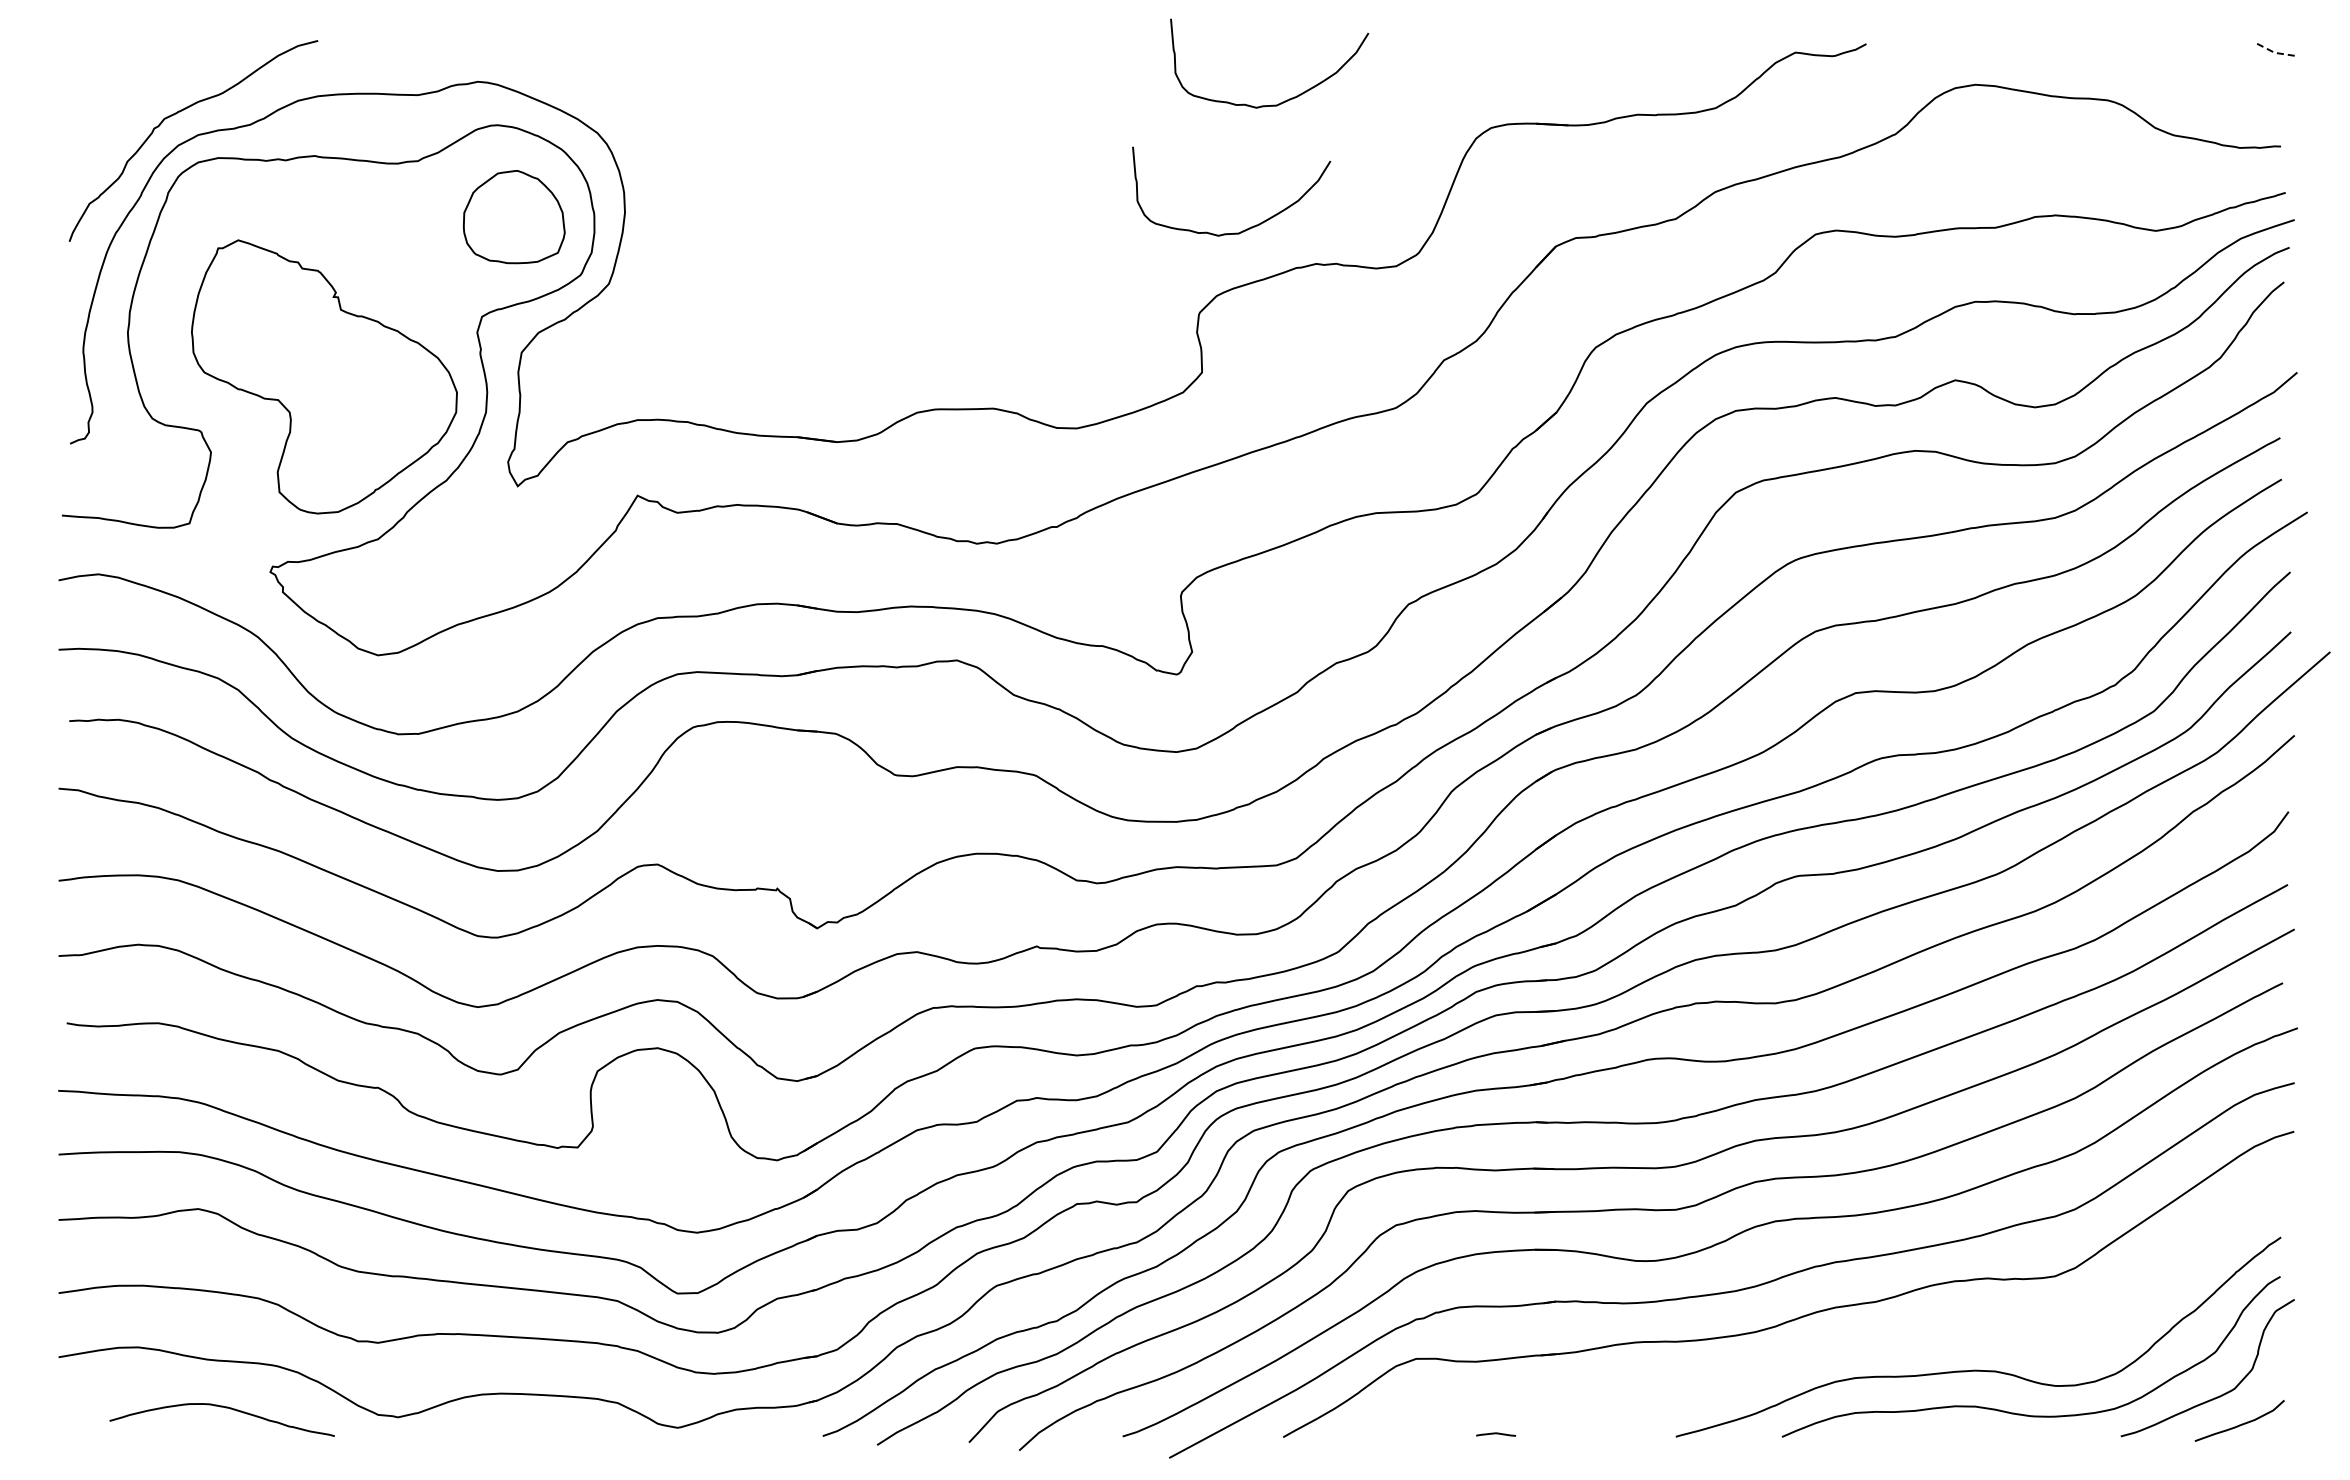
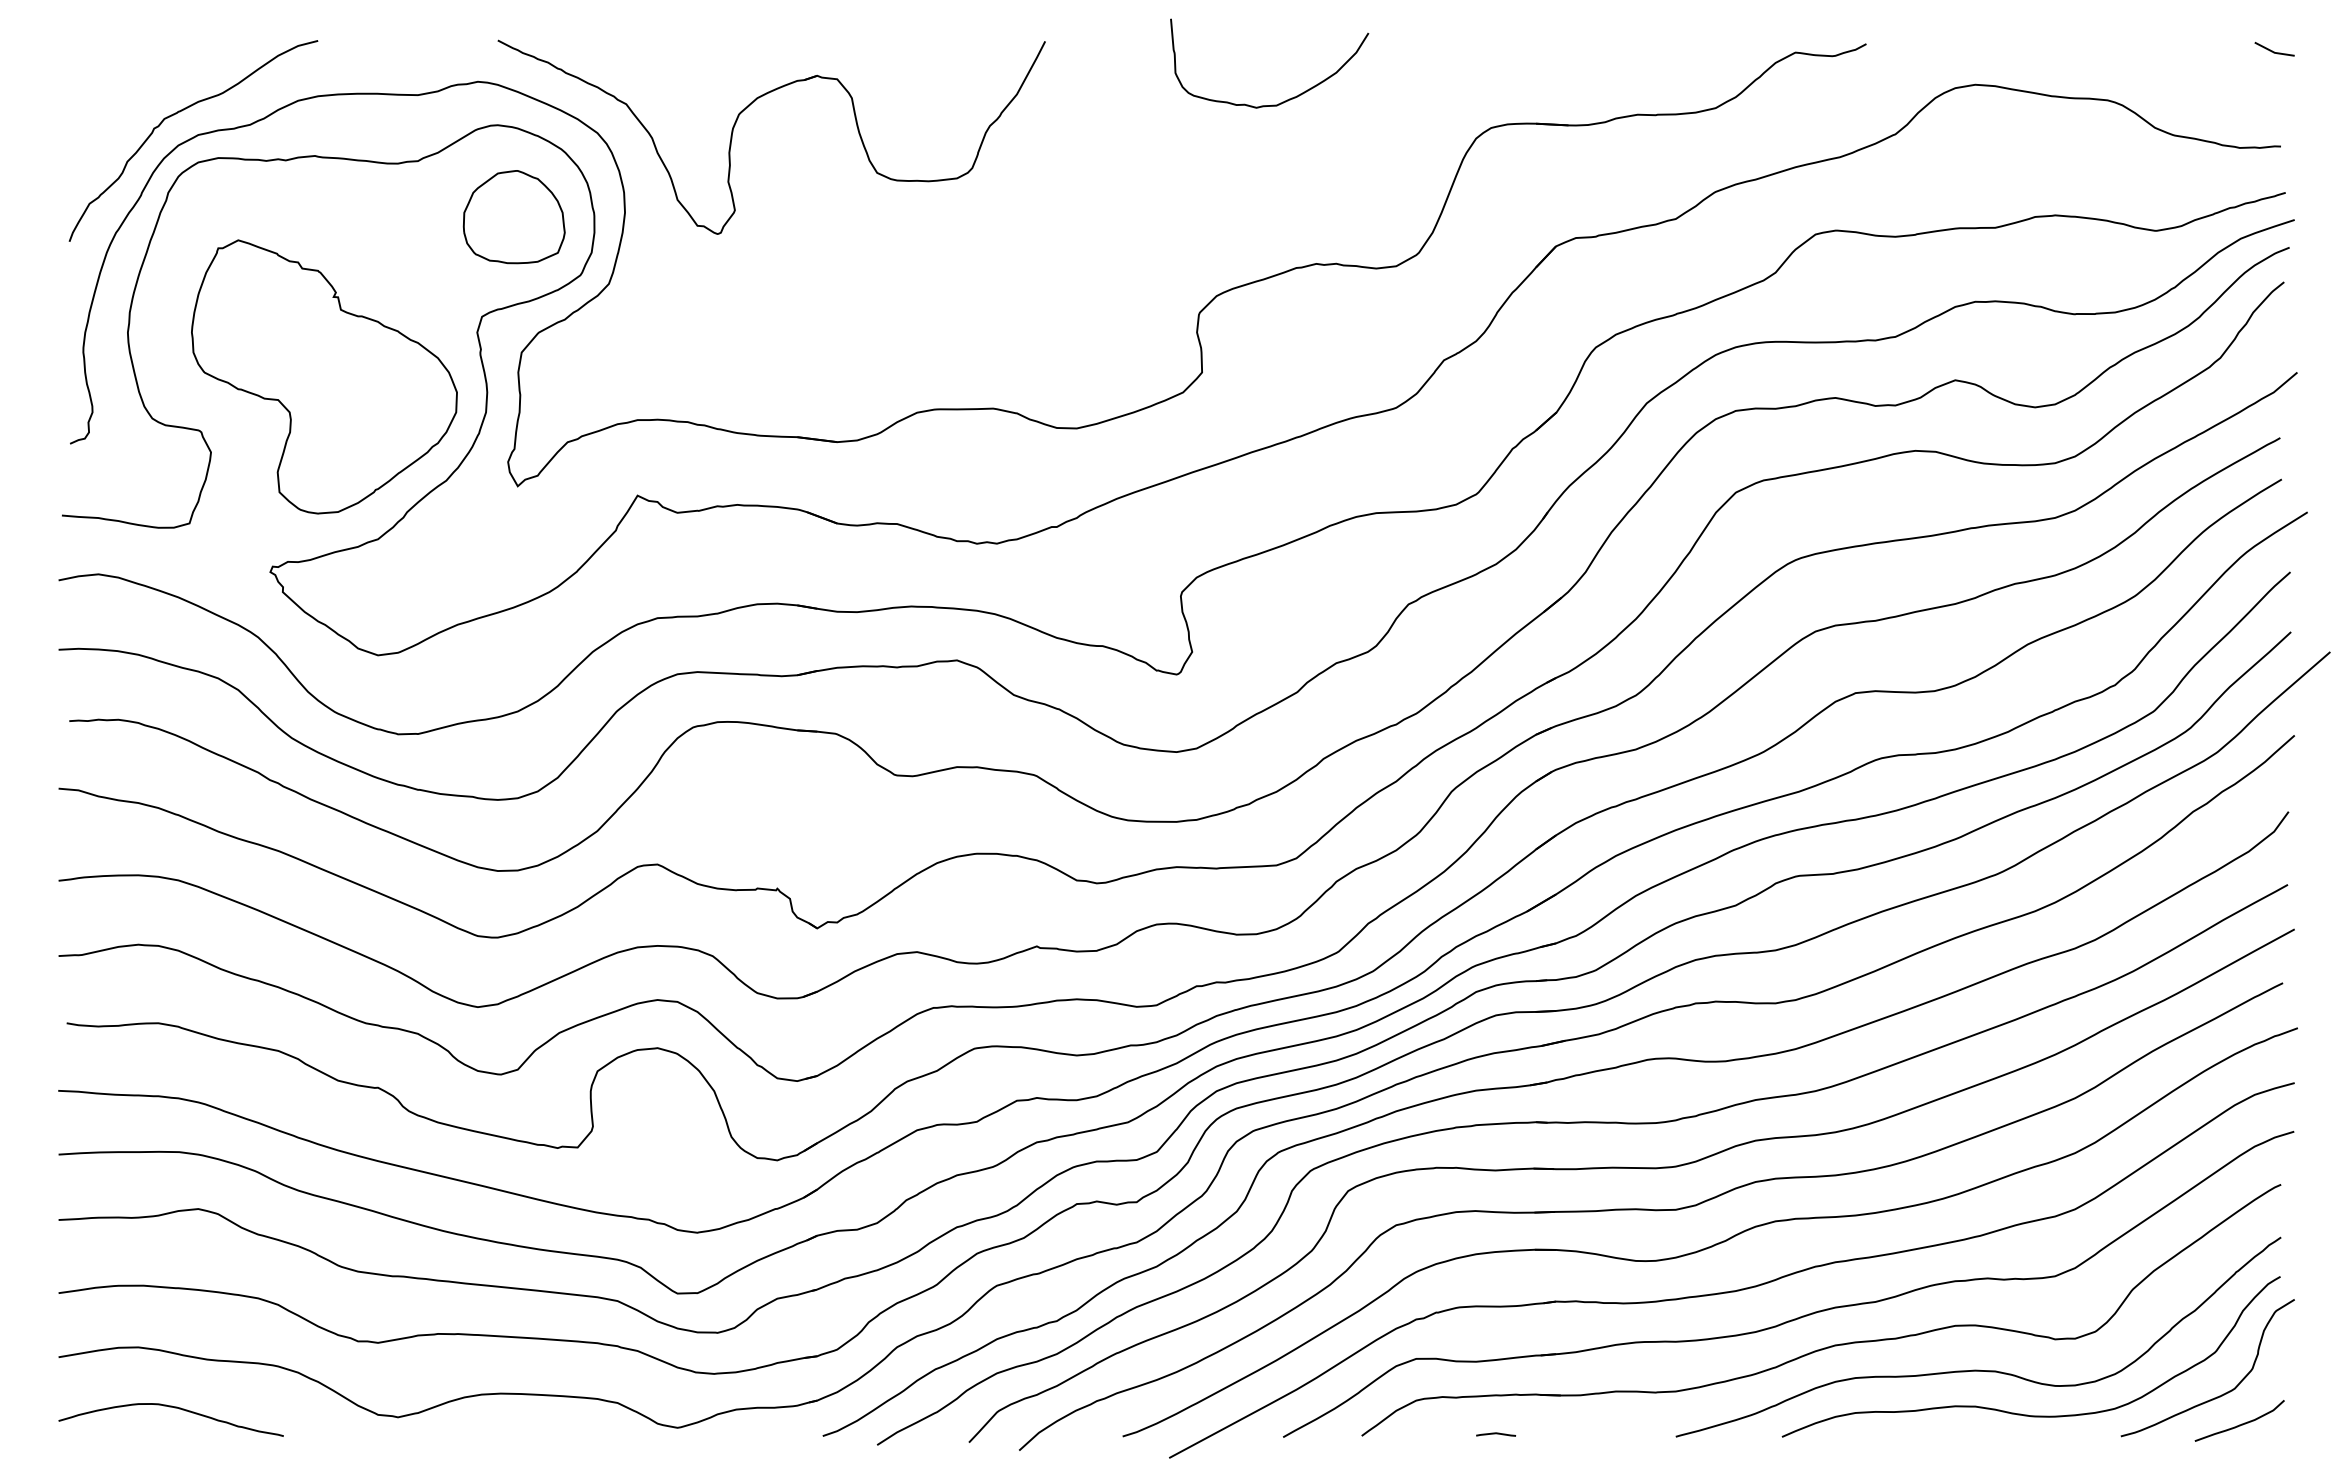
line at (2273, 52): dashed -> solid
part at (747, 108): none -> present
curve at (1244, 229): present -> none
part at (1830, 1345): none -> present
curve at (225, 1408) position: (225, 1408) -> (174, 1408)
